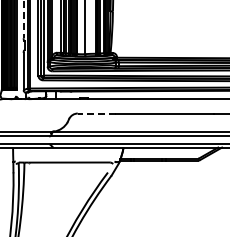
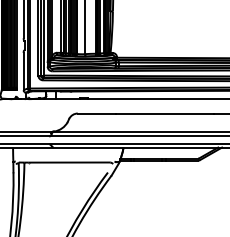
line at (23, 19): dashed -> solid
line at (96, 113): dashed -> solid
